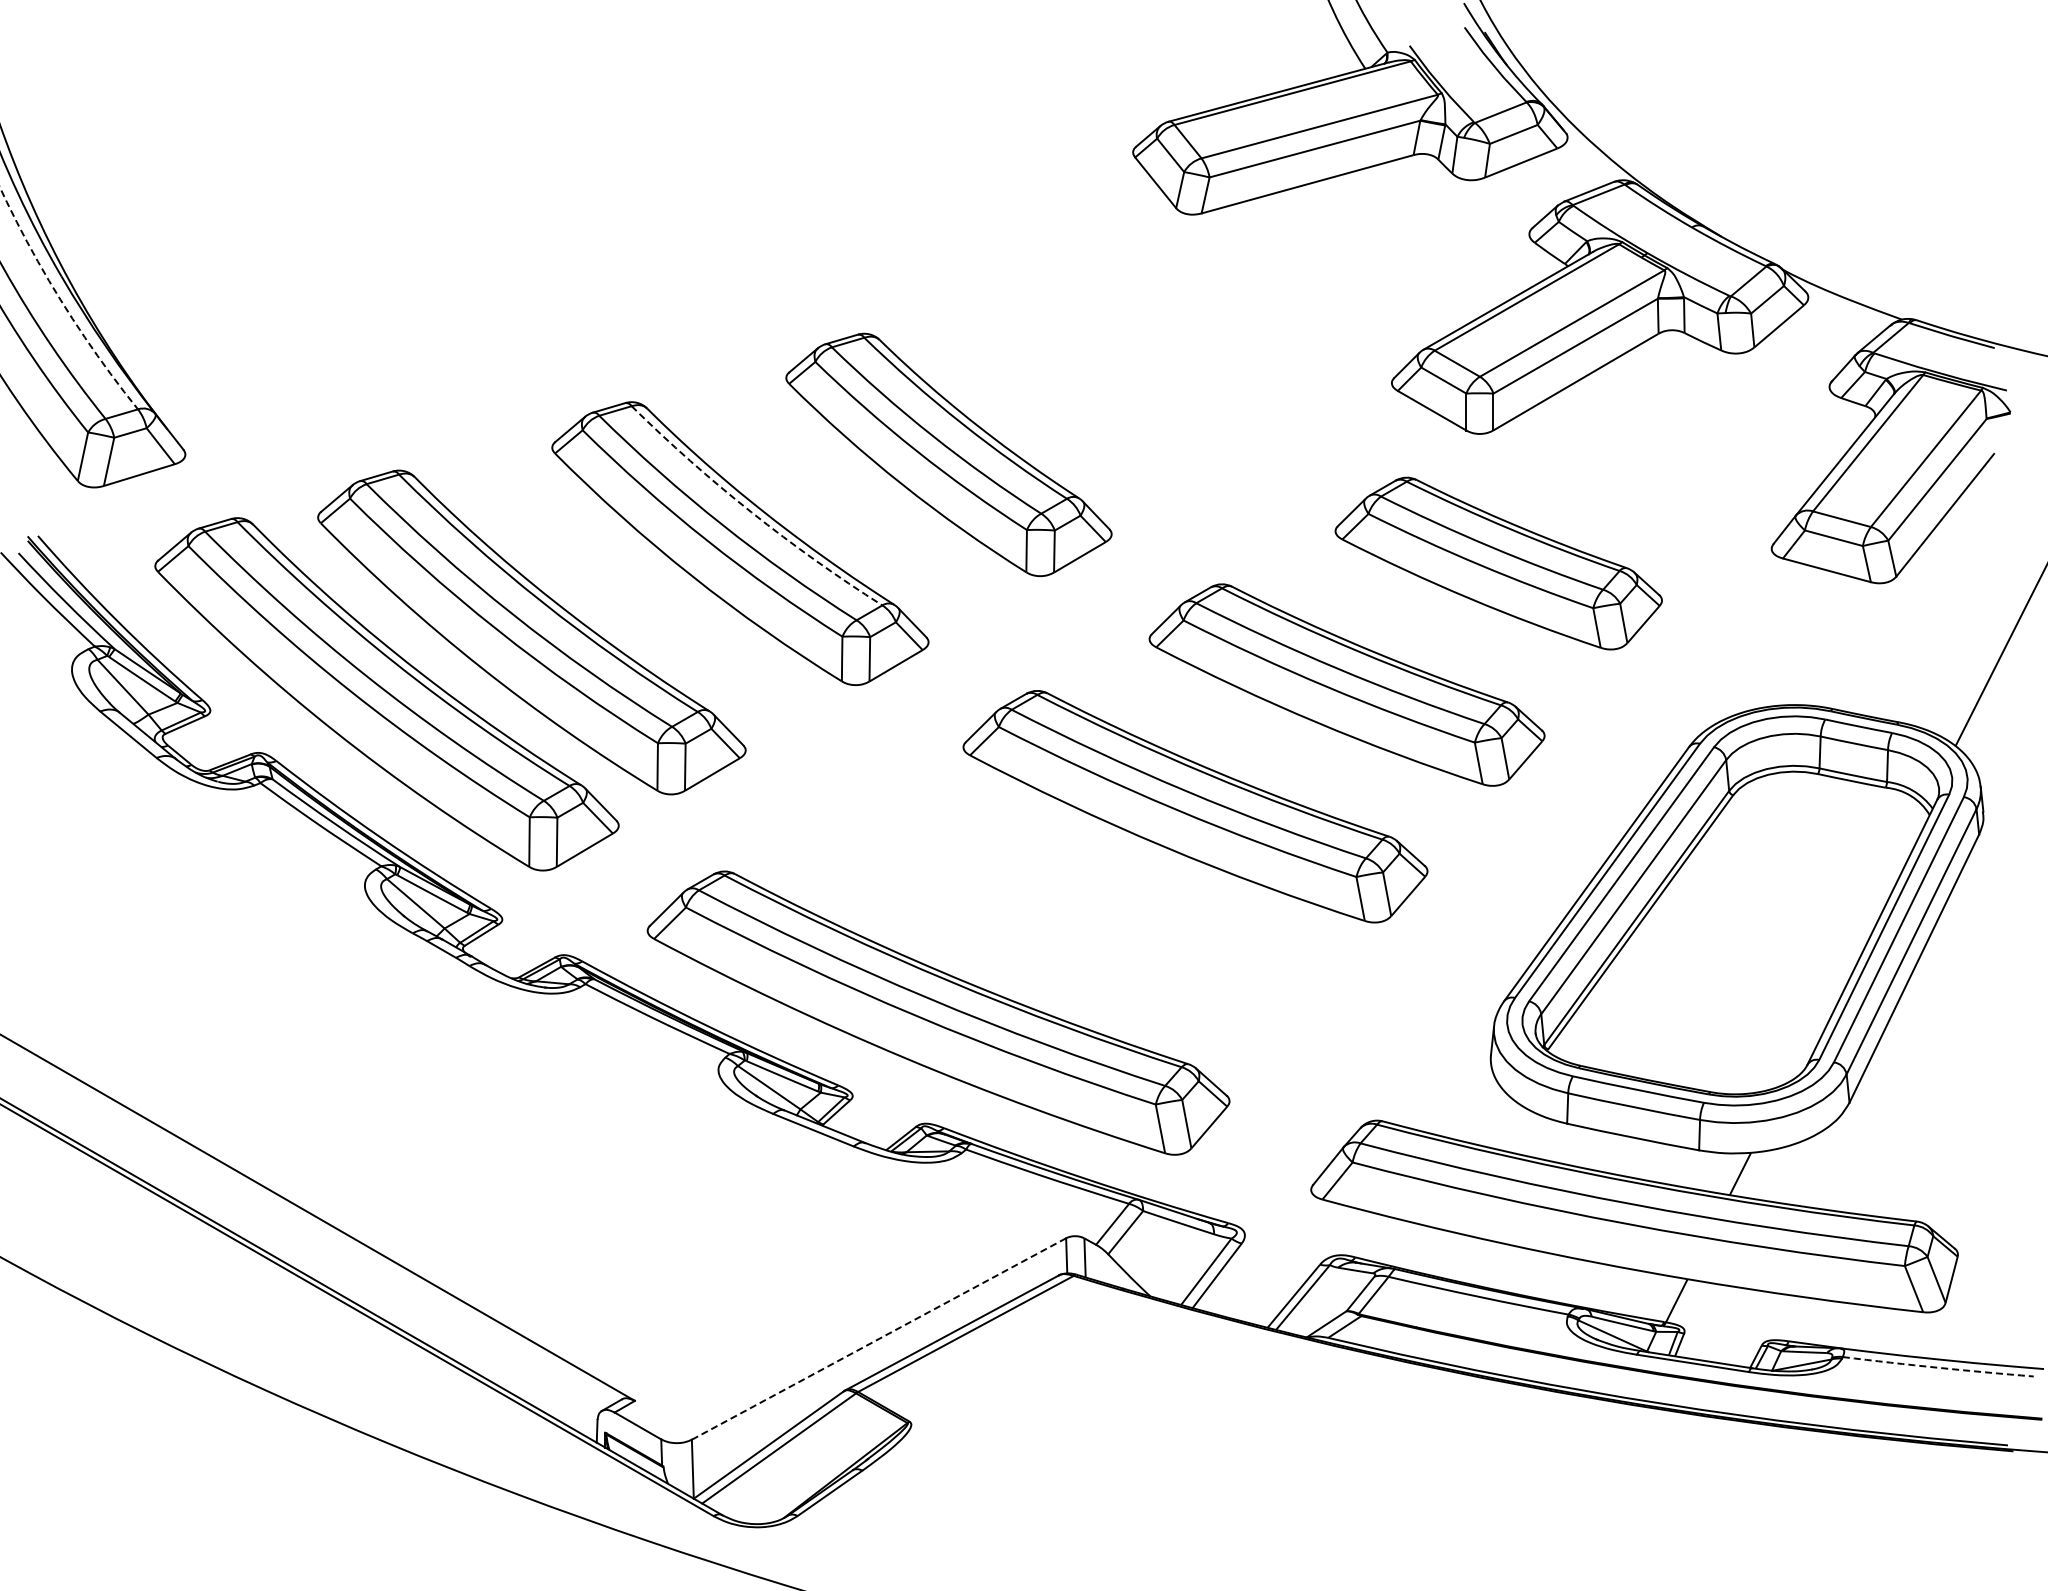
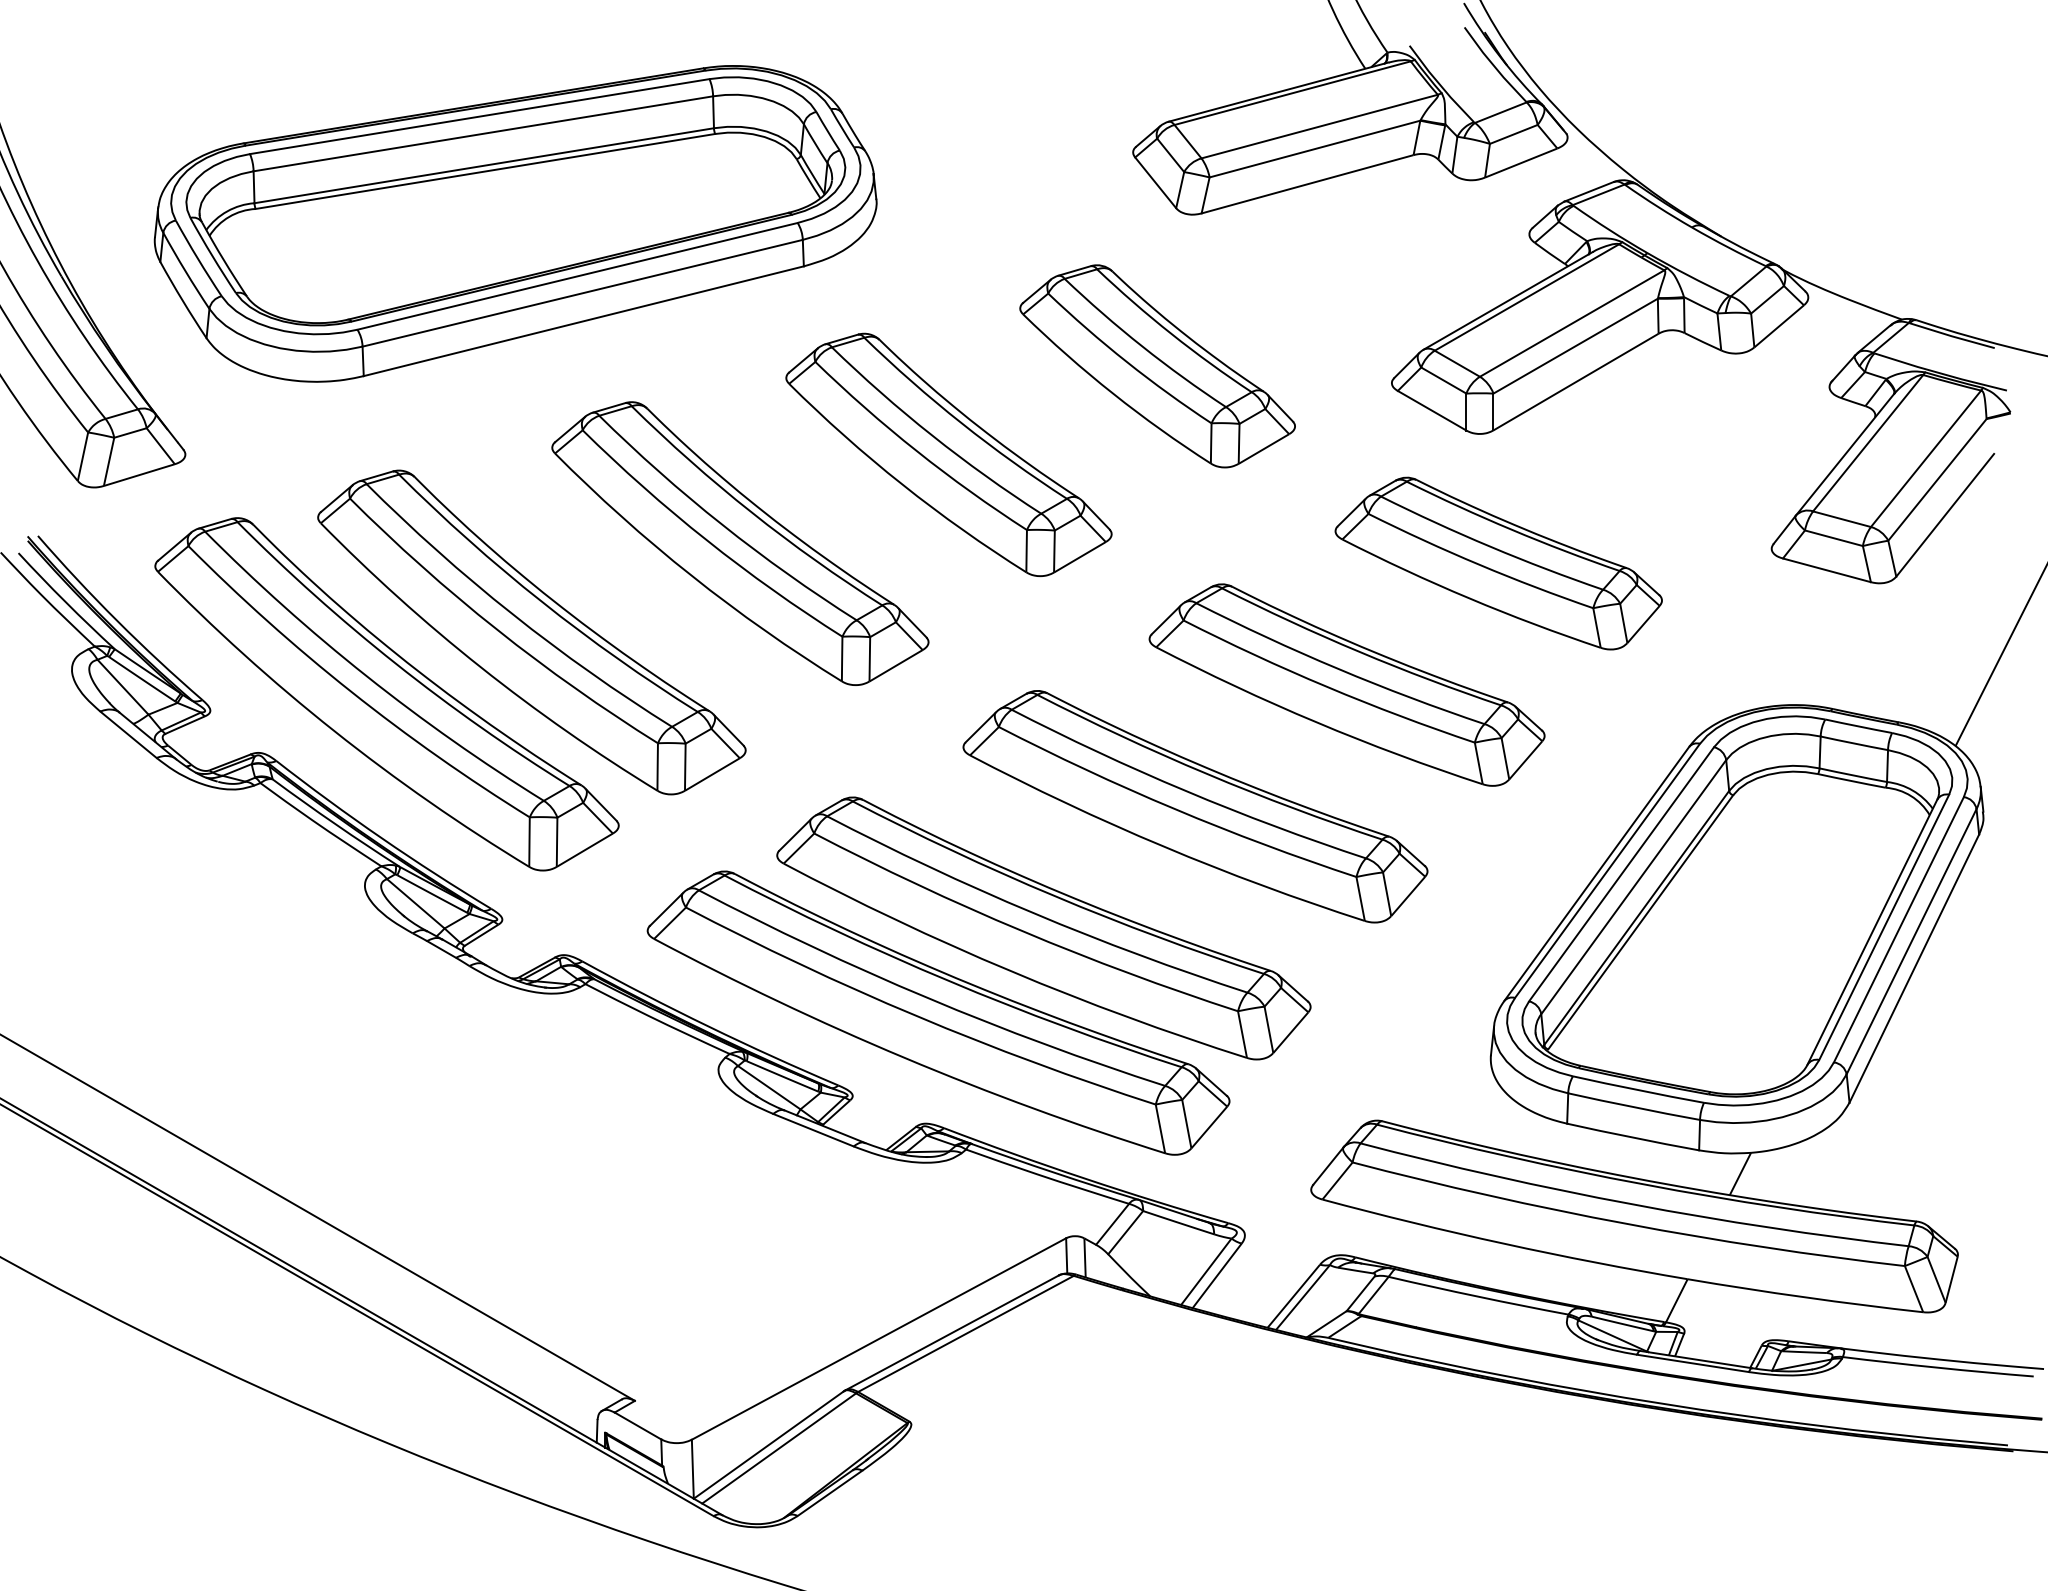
part at (515, 223): none -> present
arc at (62, 302): dashed -> solid
part at (1157, 366): none -> present
arc at (751, 512): dashed -> solid
part at (1043, 928): none -> present
line at (879, 1338): dashed -> solid
arc at (1938, 1367): dashed -> solid
